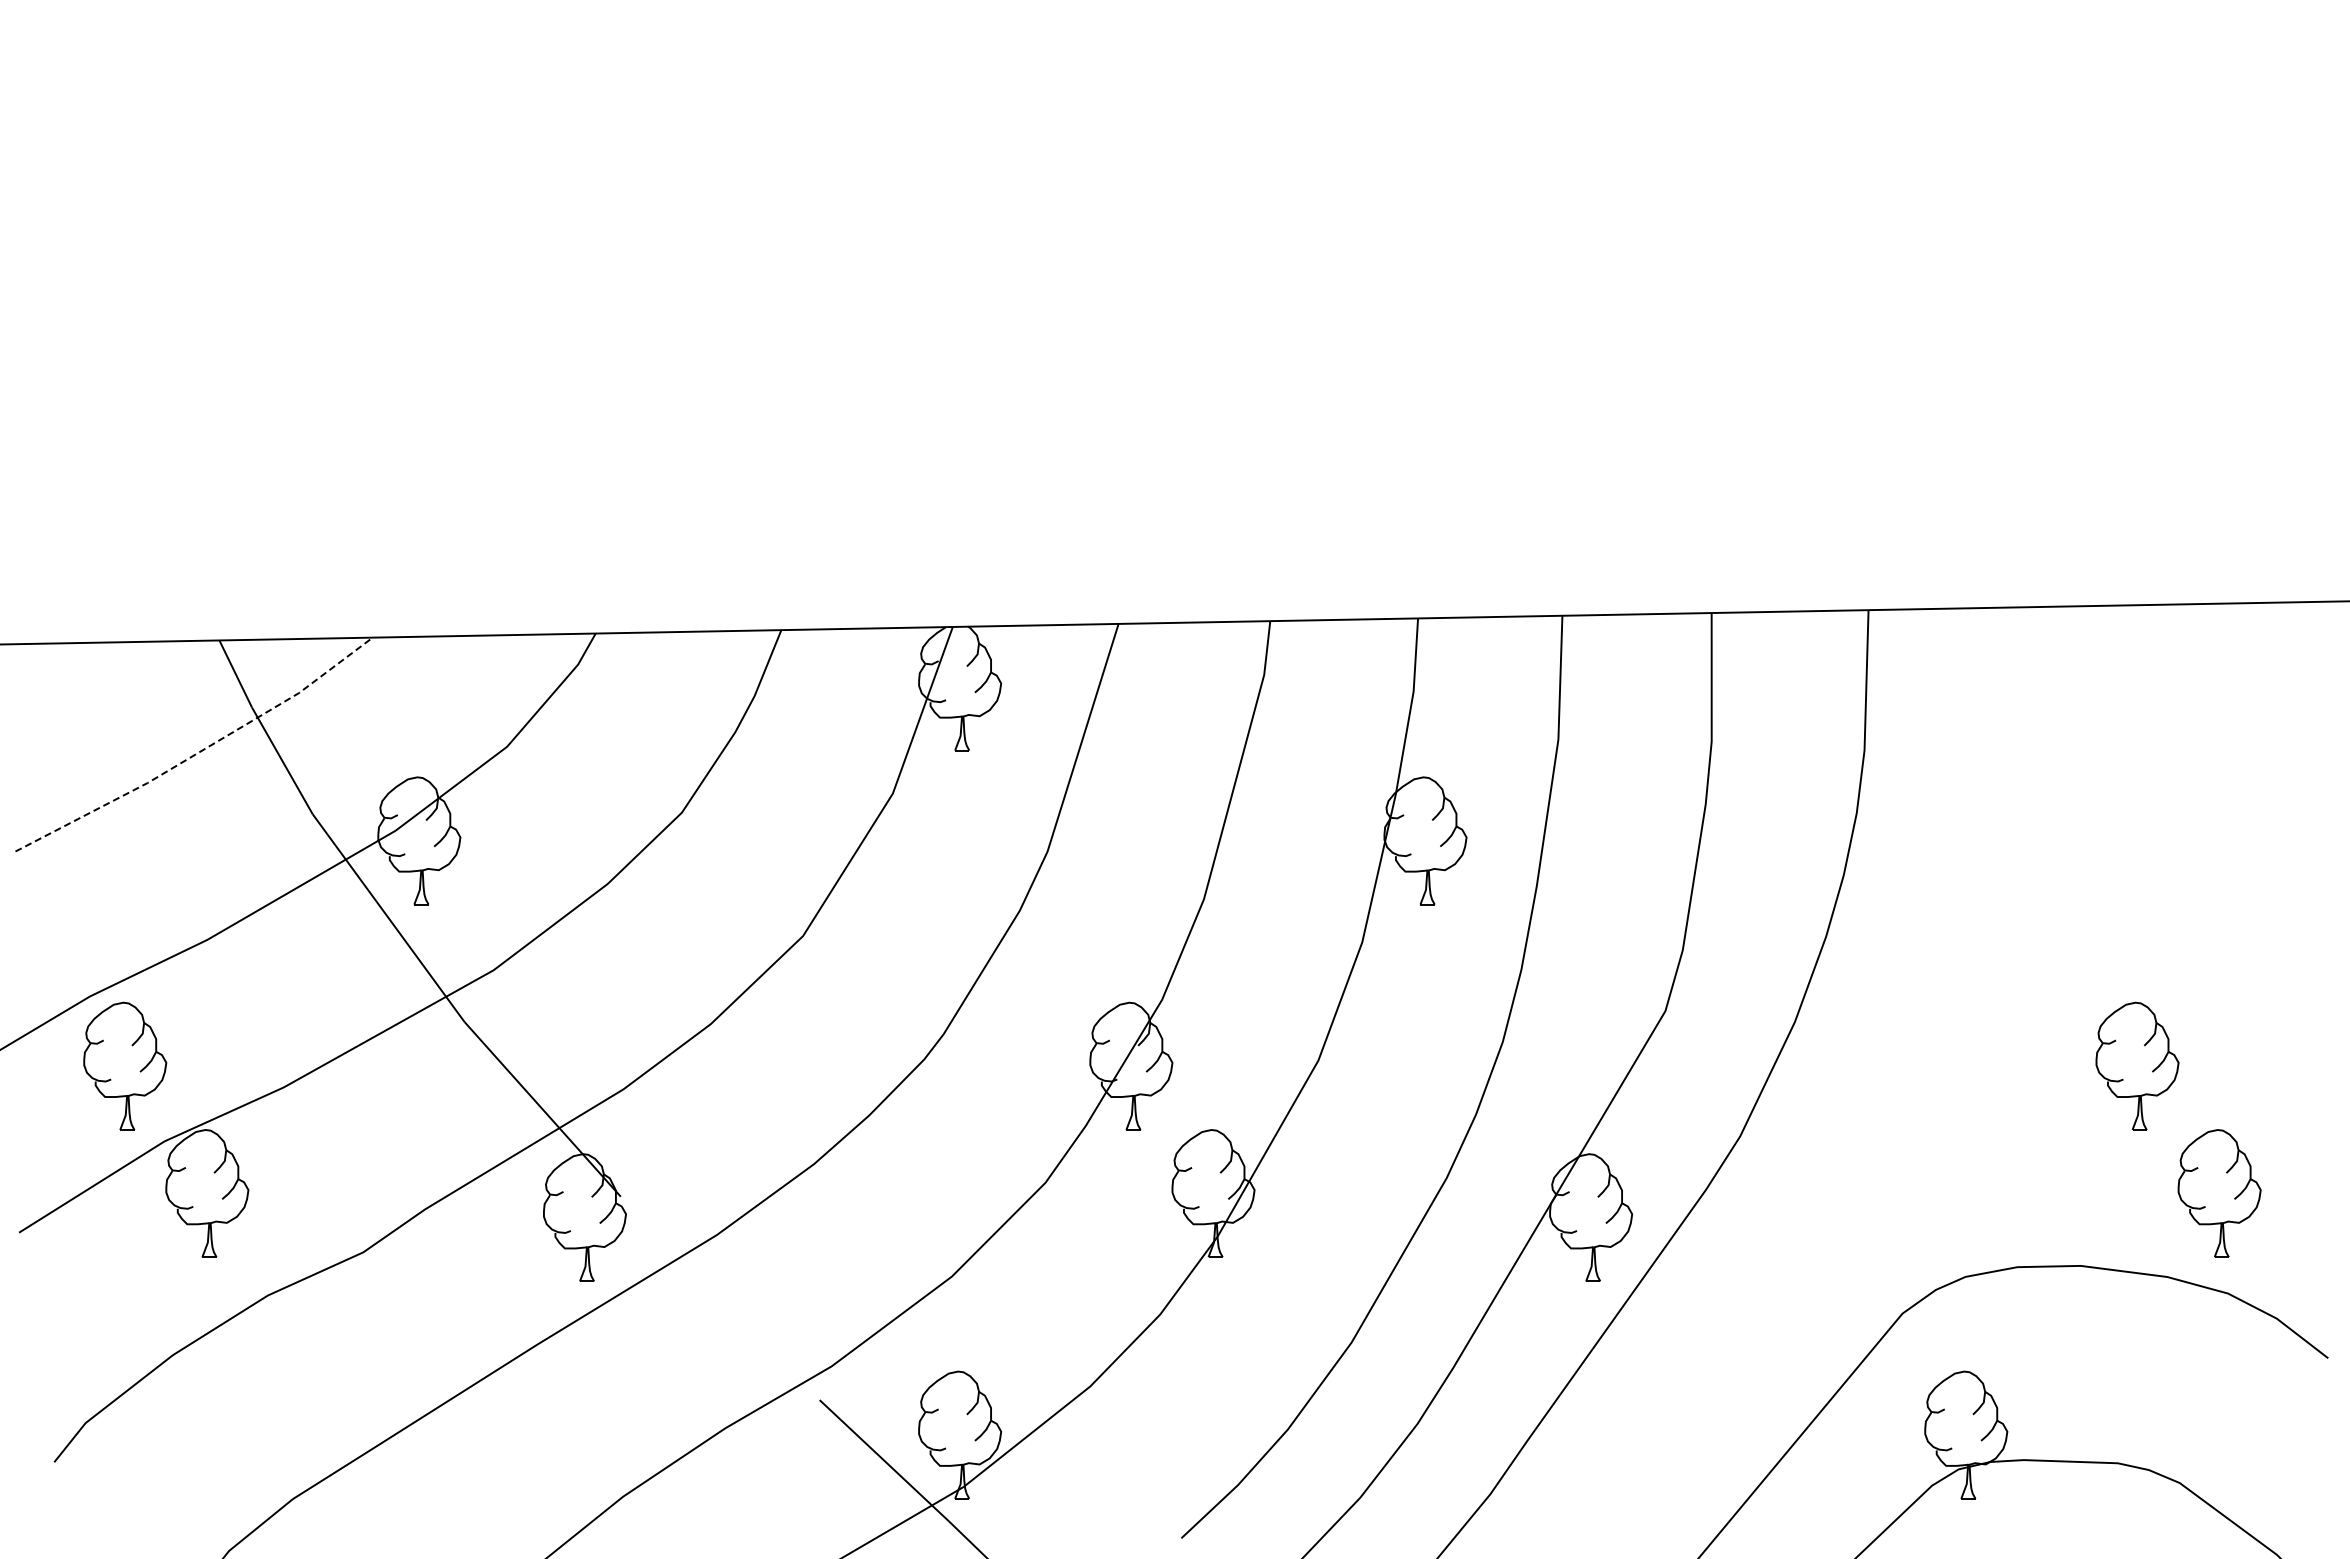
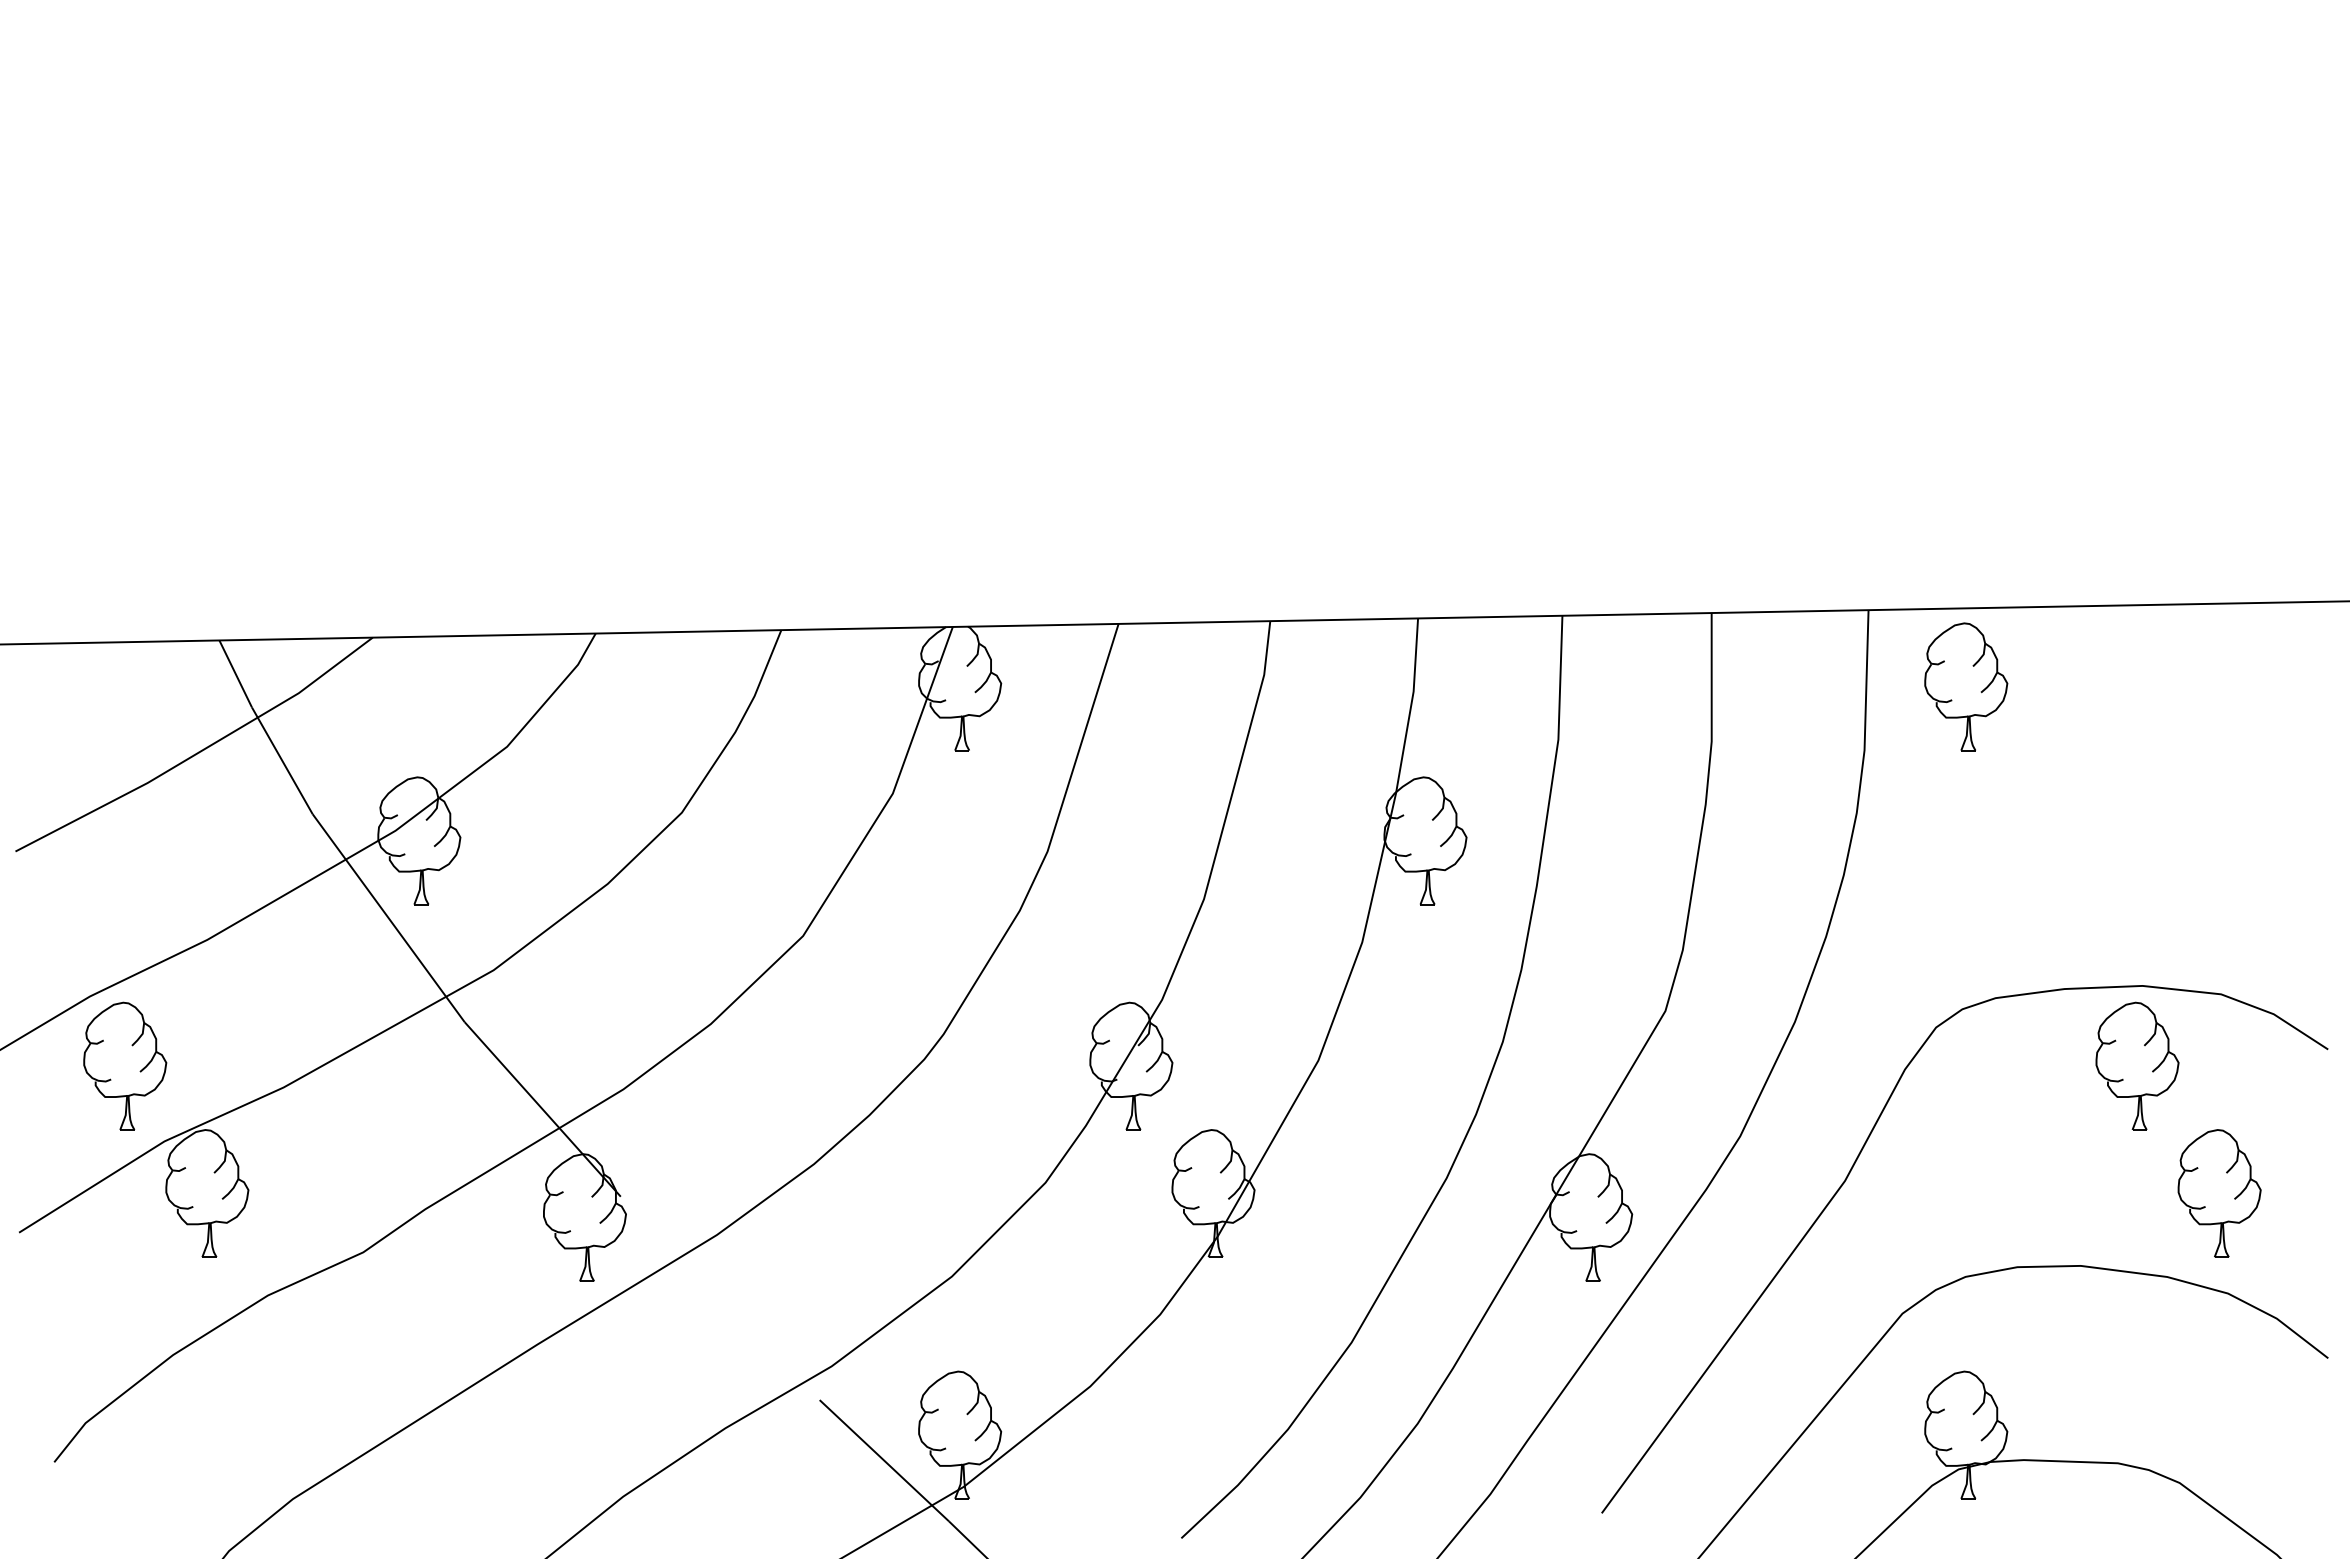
part at (1966, 686): none -> present
line at (199, 752): dashed -> solid
curve at (1845, 1182): none -> present
